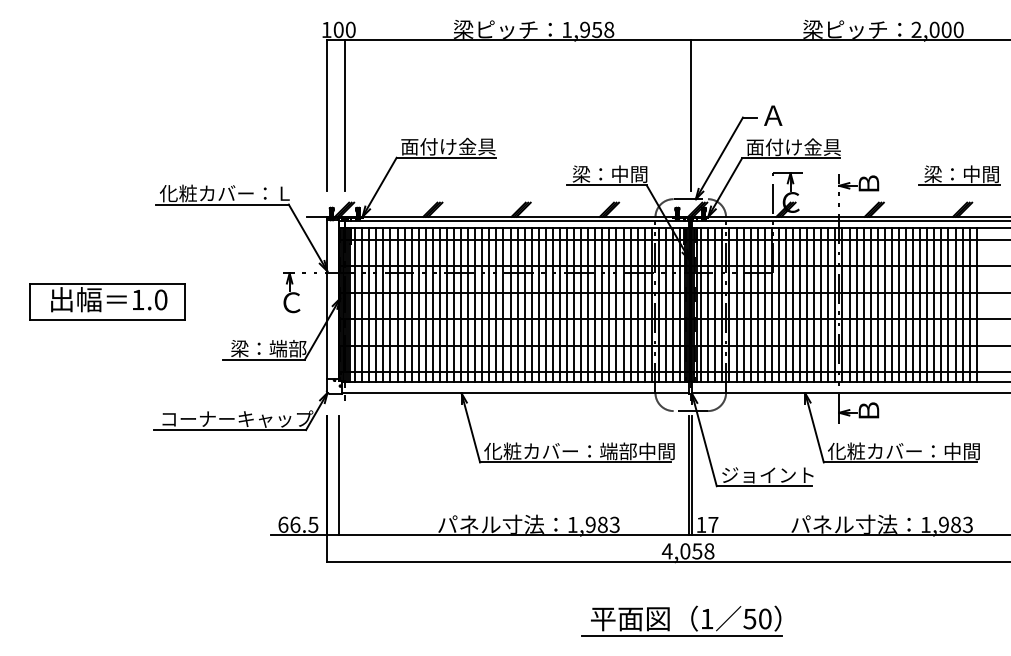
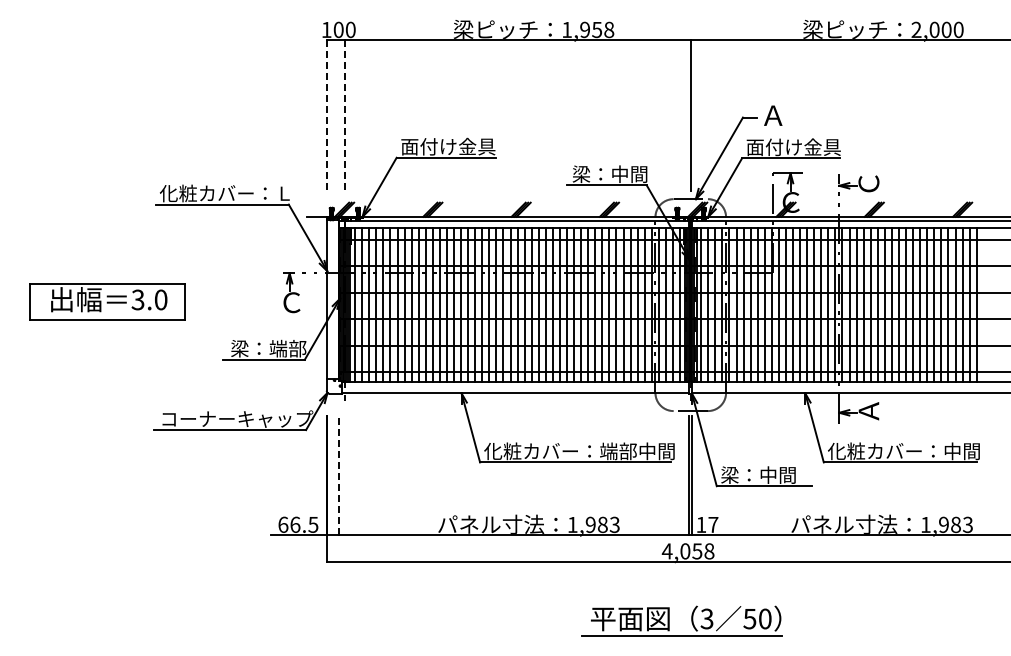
line at (327, 116): solid -> dashed
line at (344, 116): solid -> dashed
part at (959, 175): present -> none
text at (868, 183): Ｂ -> Ｃ
text at (137, 299): 1.0 -> 3.0
text at (868, 411): Ｂ -> Ａ
text at (767, 474): ジョイント -> 梁：中間
line at (339, 475): solid -> dashed
text at (706, 618): 1 -> 3
